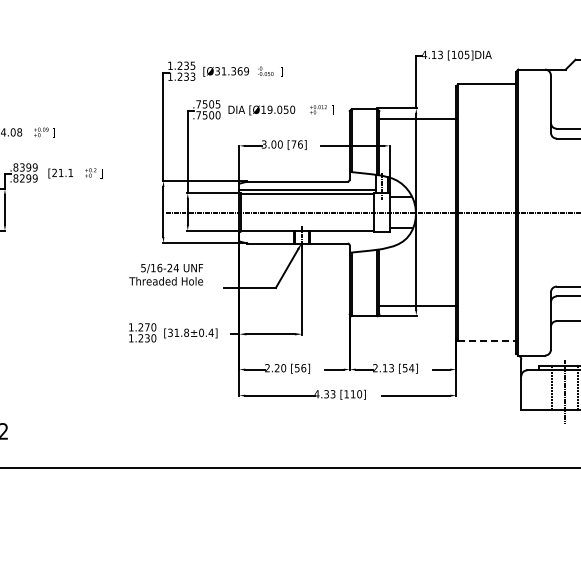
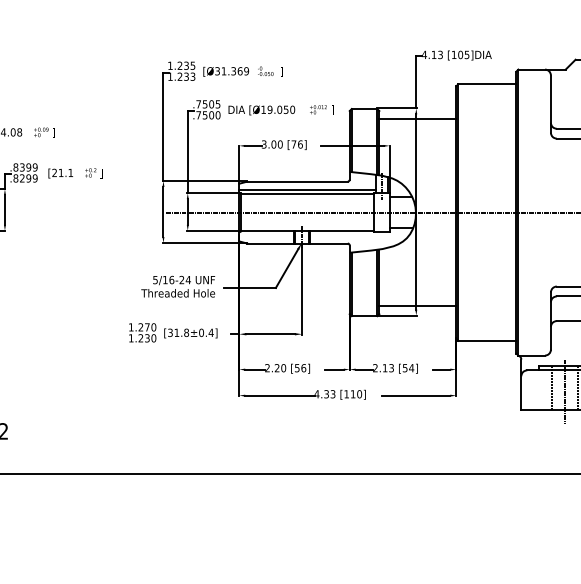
text at (166, 274) position: (166, 274) -> (178, 286)
line at (487, 340): dashed -> solid
line at (289, 468) position: (289, 468) -> (289, 474)
